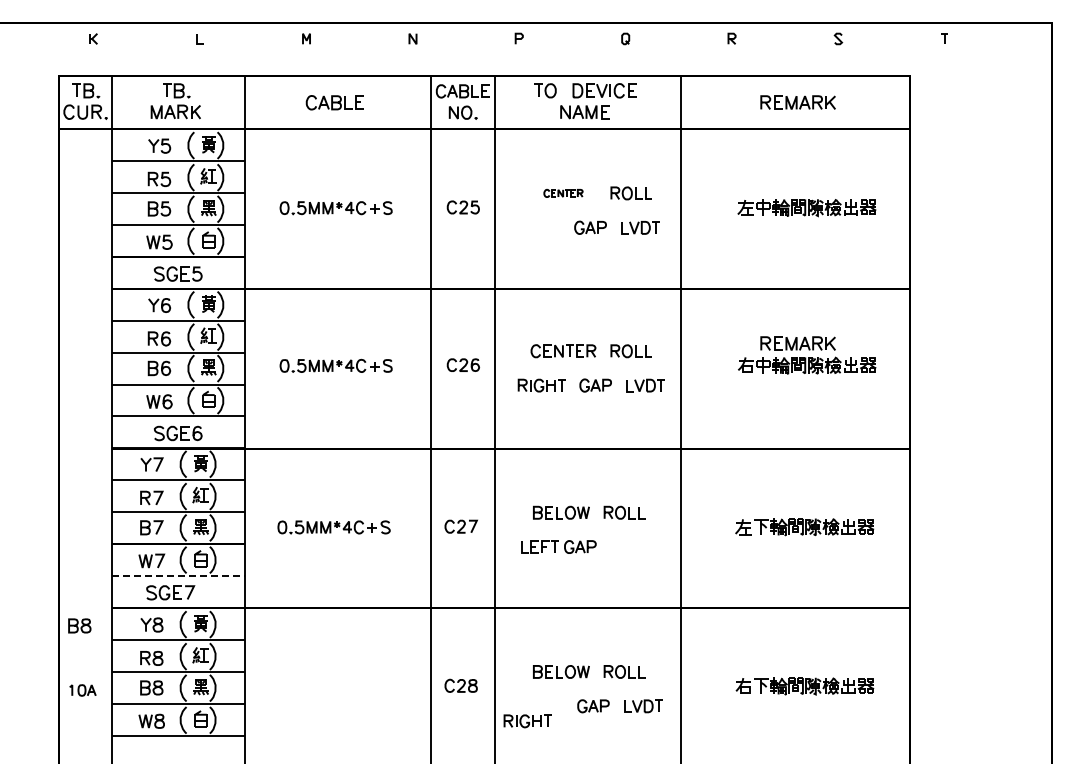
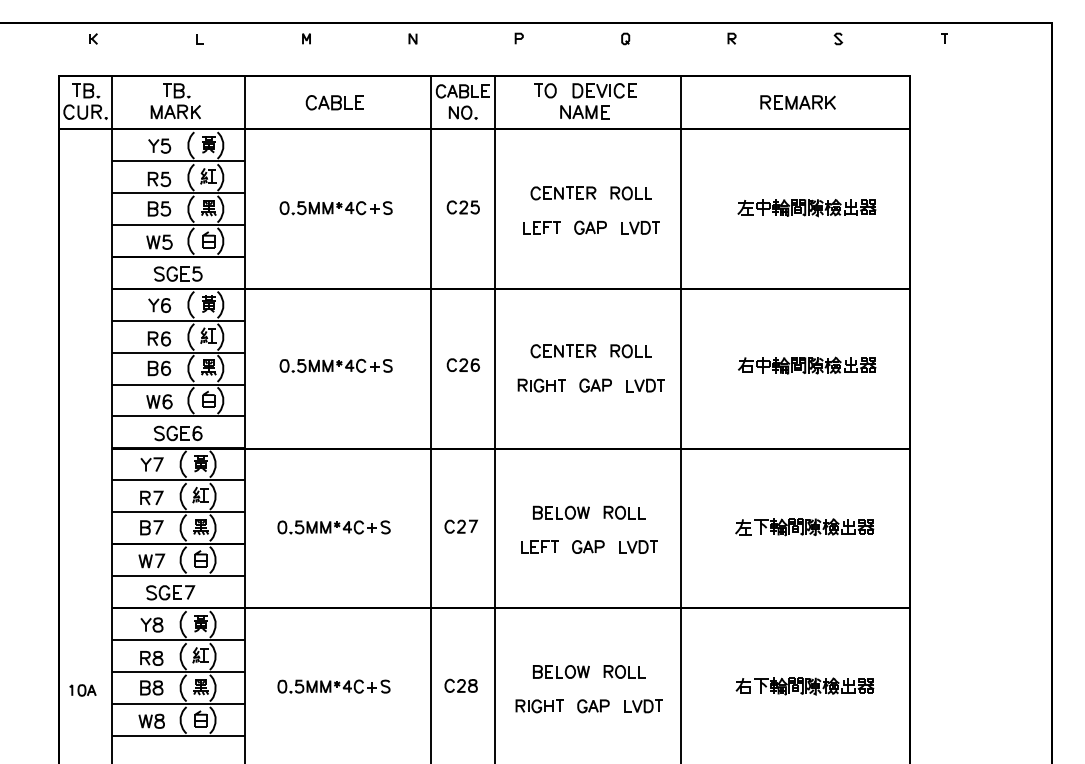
part at (563, 193) size: 41x9 px -> 67x15 px
part at (541, 227): none -> present
part at (797, 343): present -> none
part at (580, 546) position: (580, 546) -> (588, 546)
part at (638, 546): none -> present
line at (179, 576): dashed -> solid
part at (79, 625): present -> none
part at (333, 686): none -> present
part at (527, 721) position: (527, 721) -> (539, 706)
